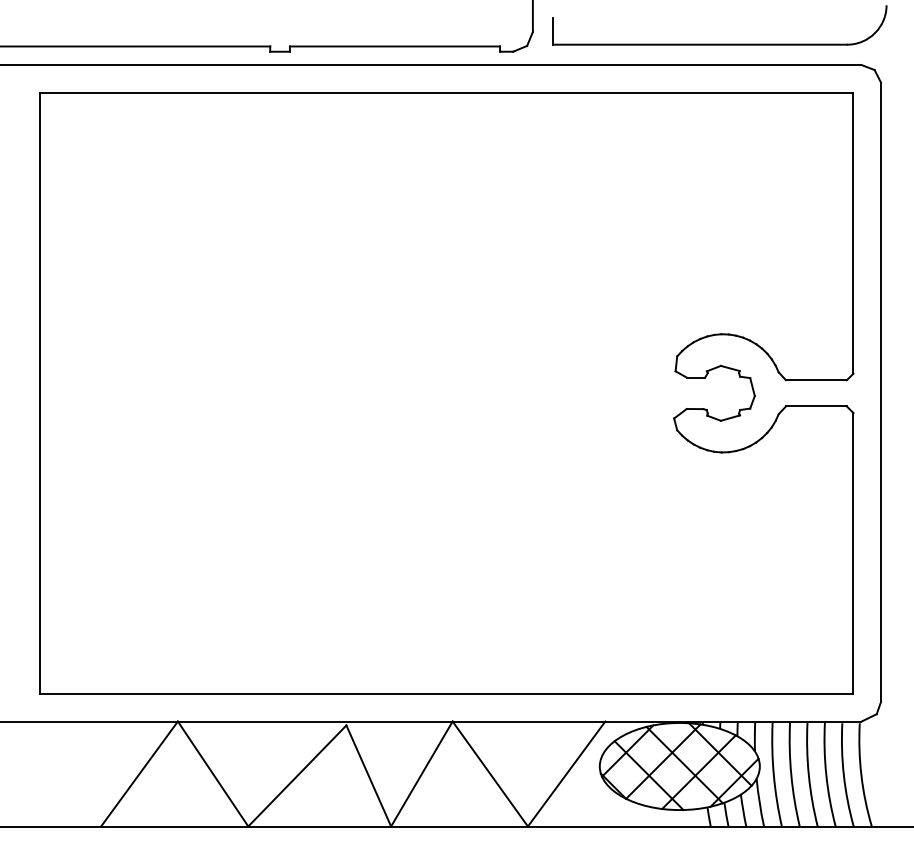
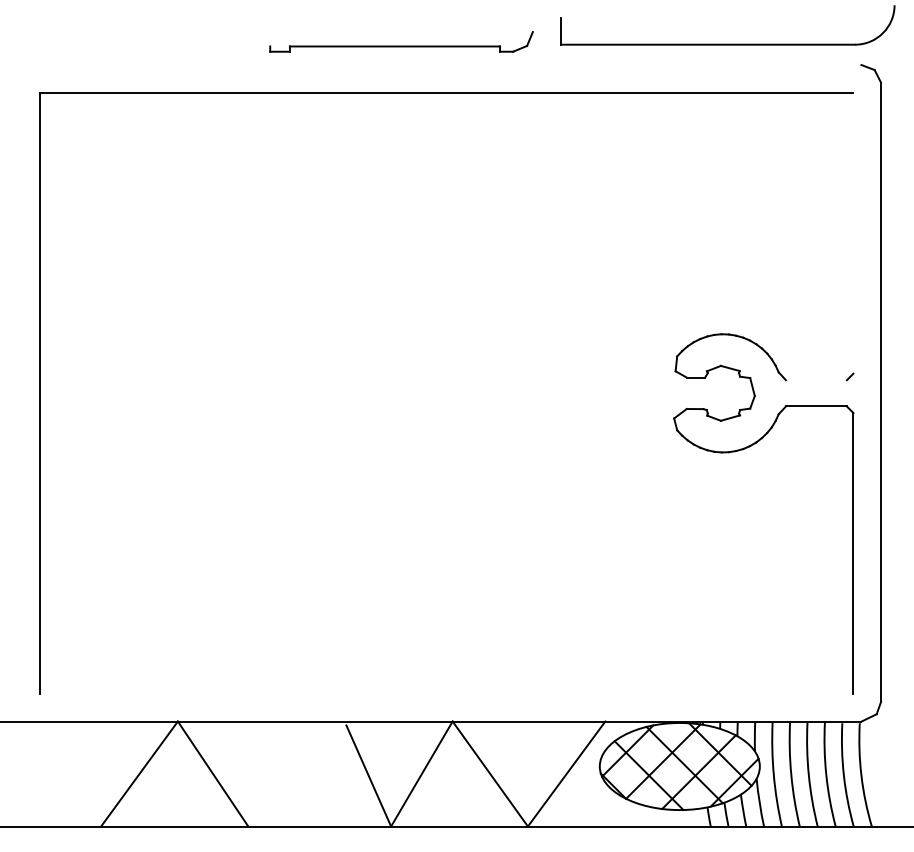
line at (532, 17): present -> none
part at (719, 43) position: (719, 43) -> (727, 43)
line at (136, 46): present -> none
line at (431, 65): present -> none
line at (853, 232): present -> none
line at (815, 380): present -> none
line at (446, 694): present -> none
line at (297, 775): present -> none
